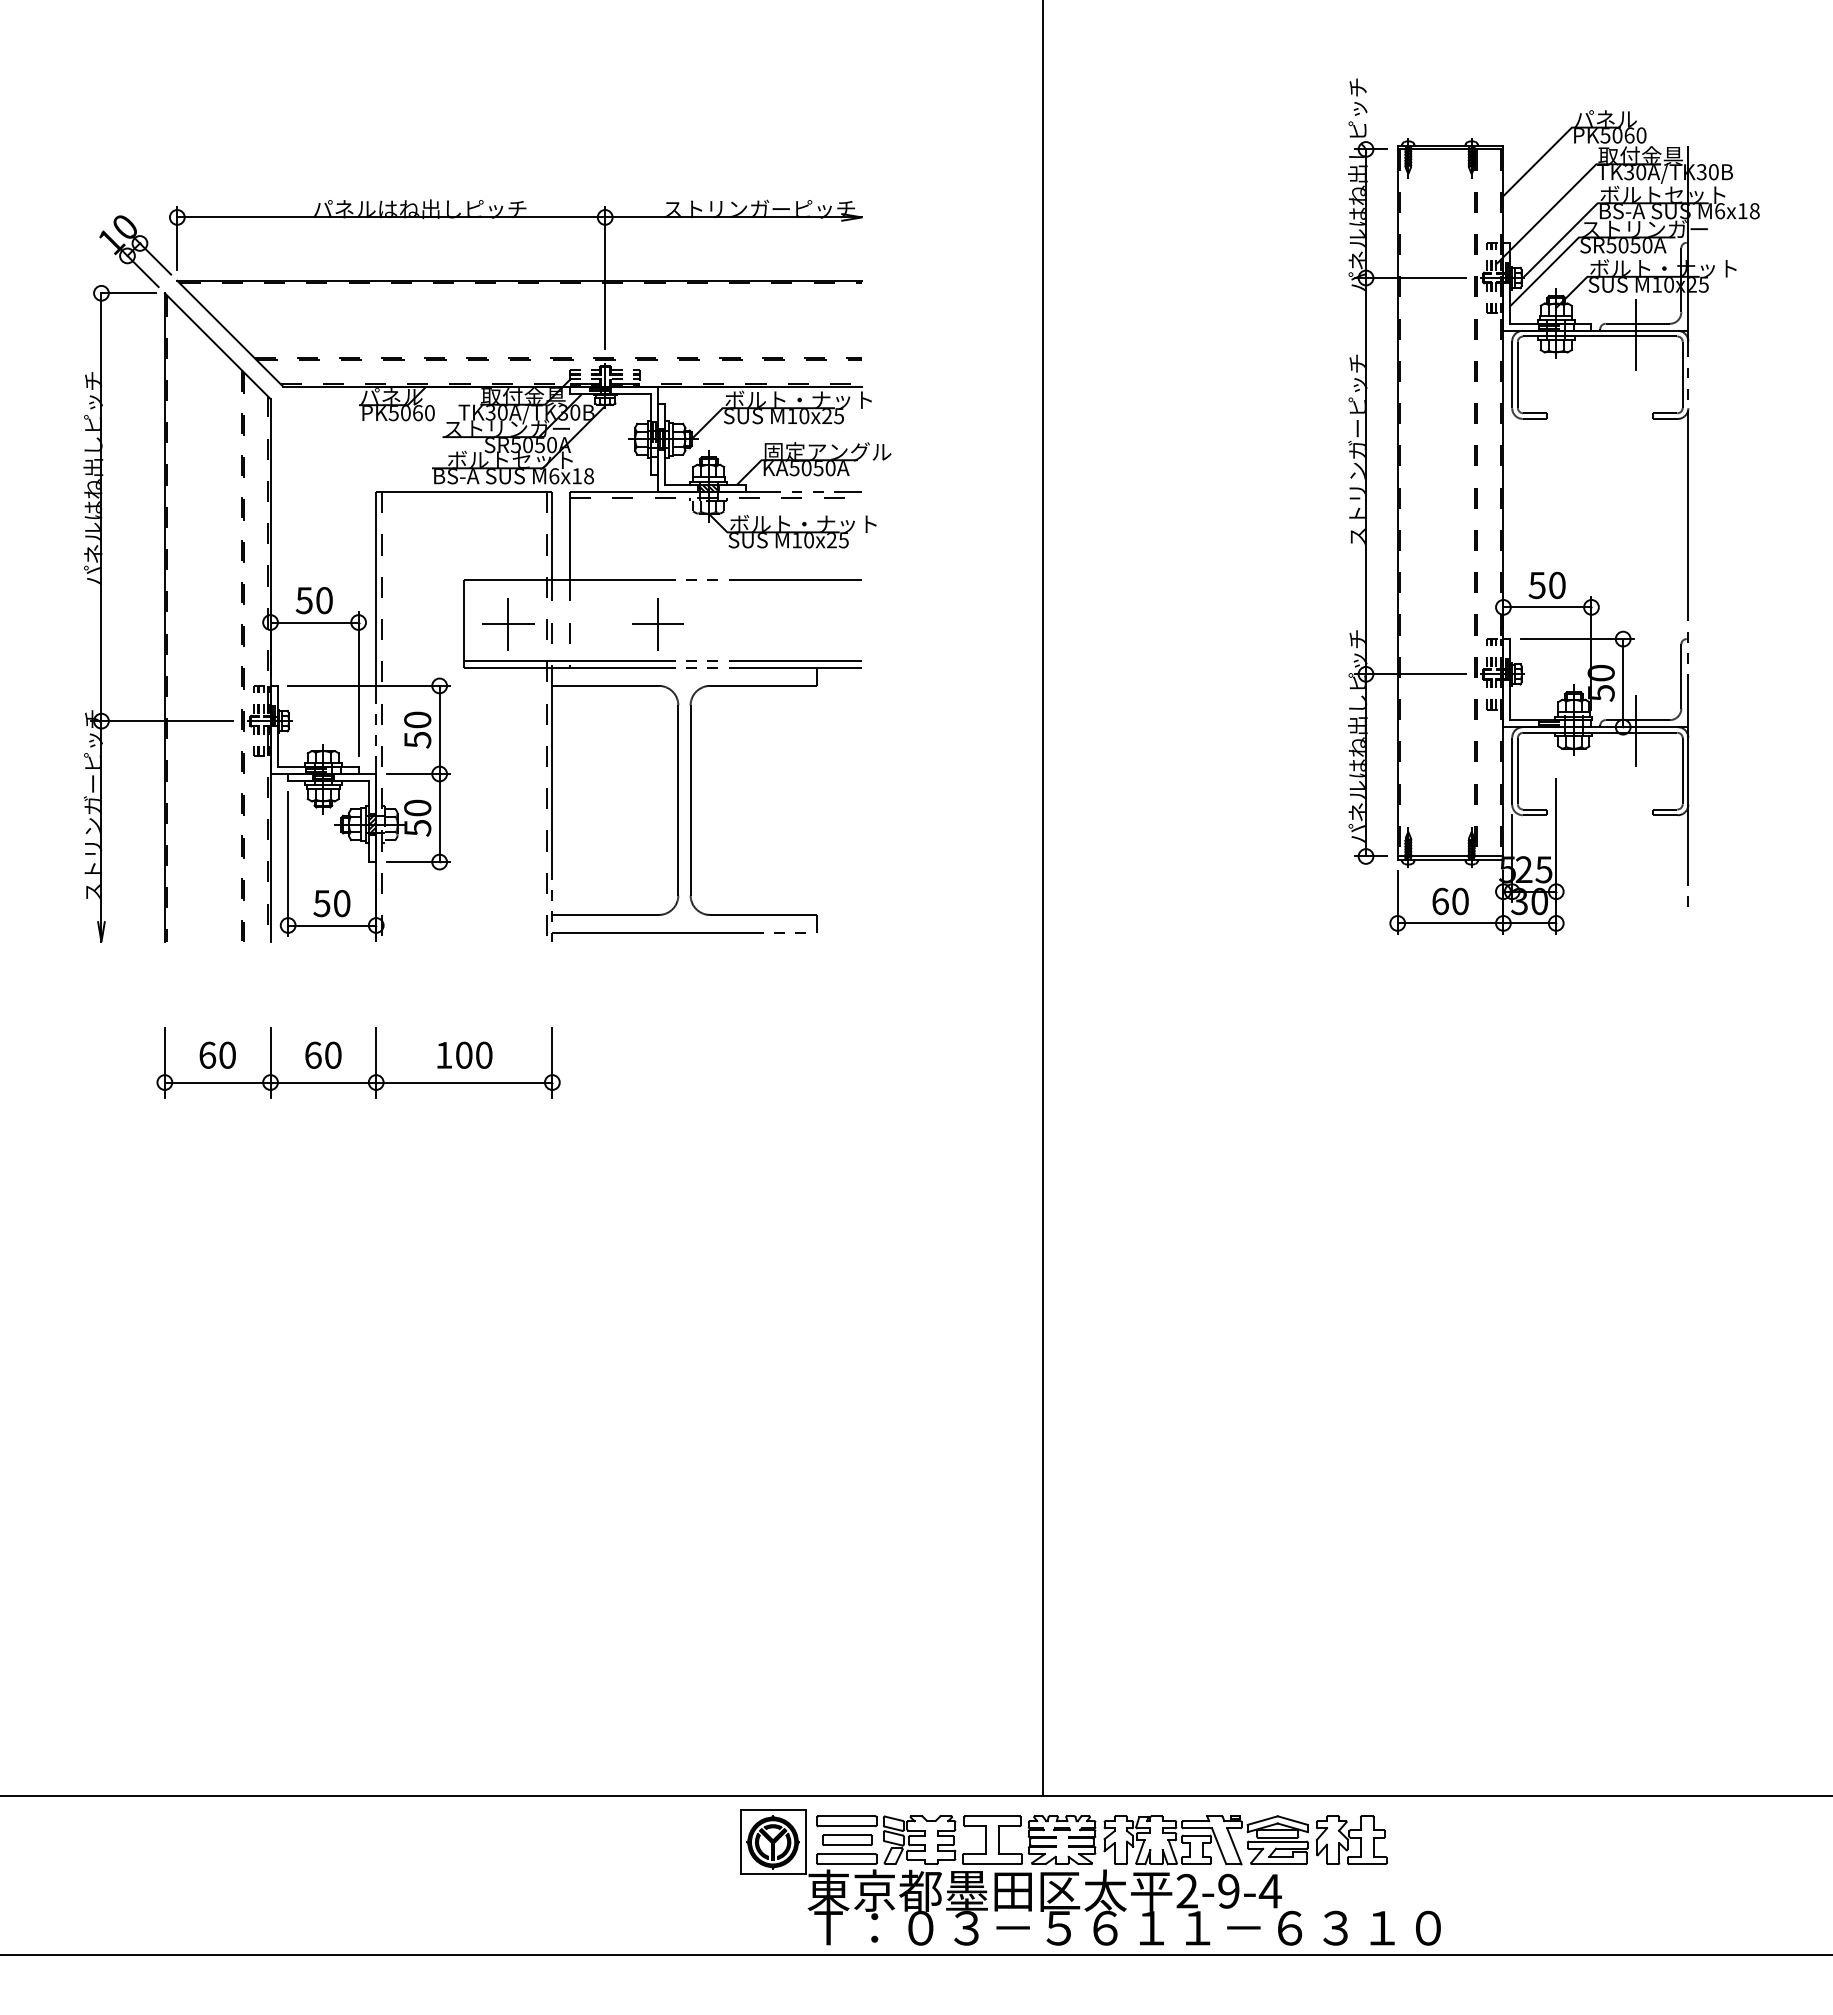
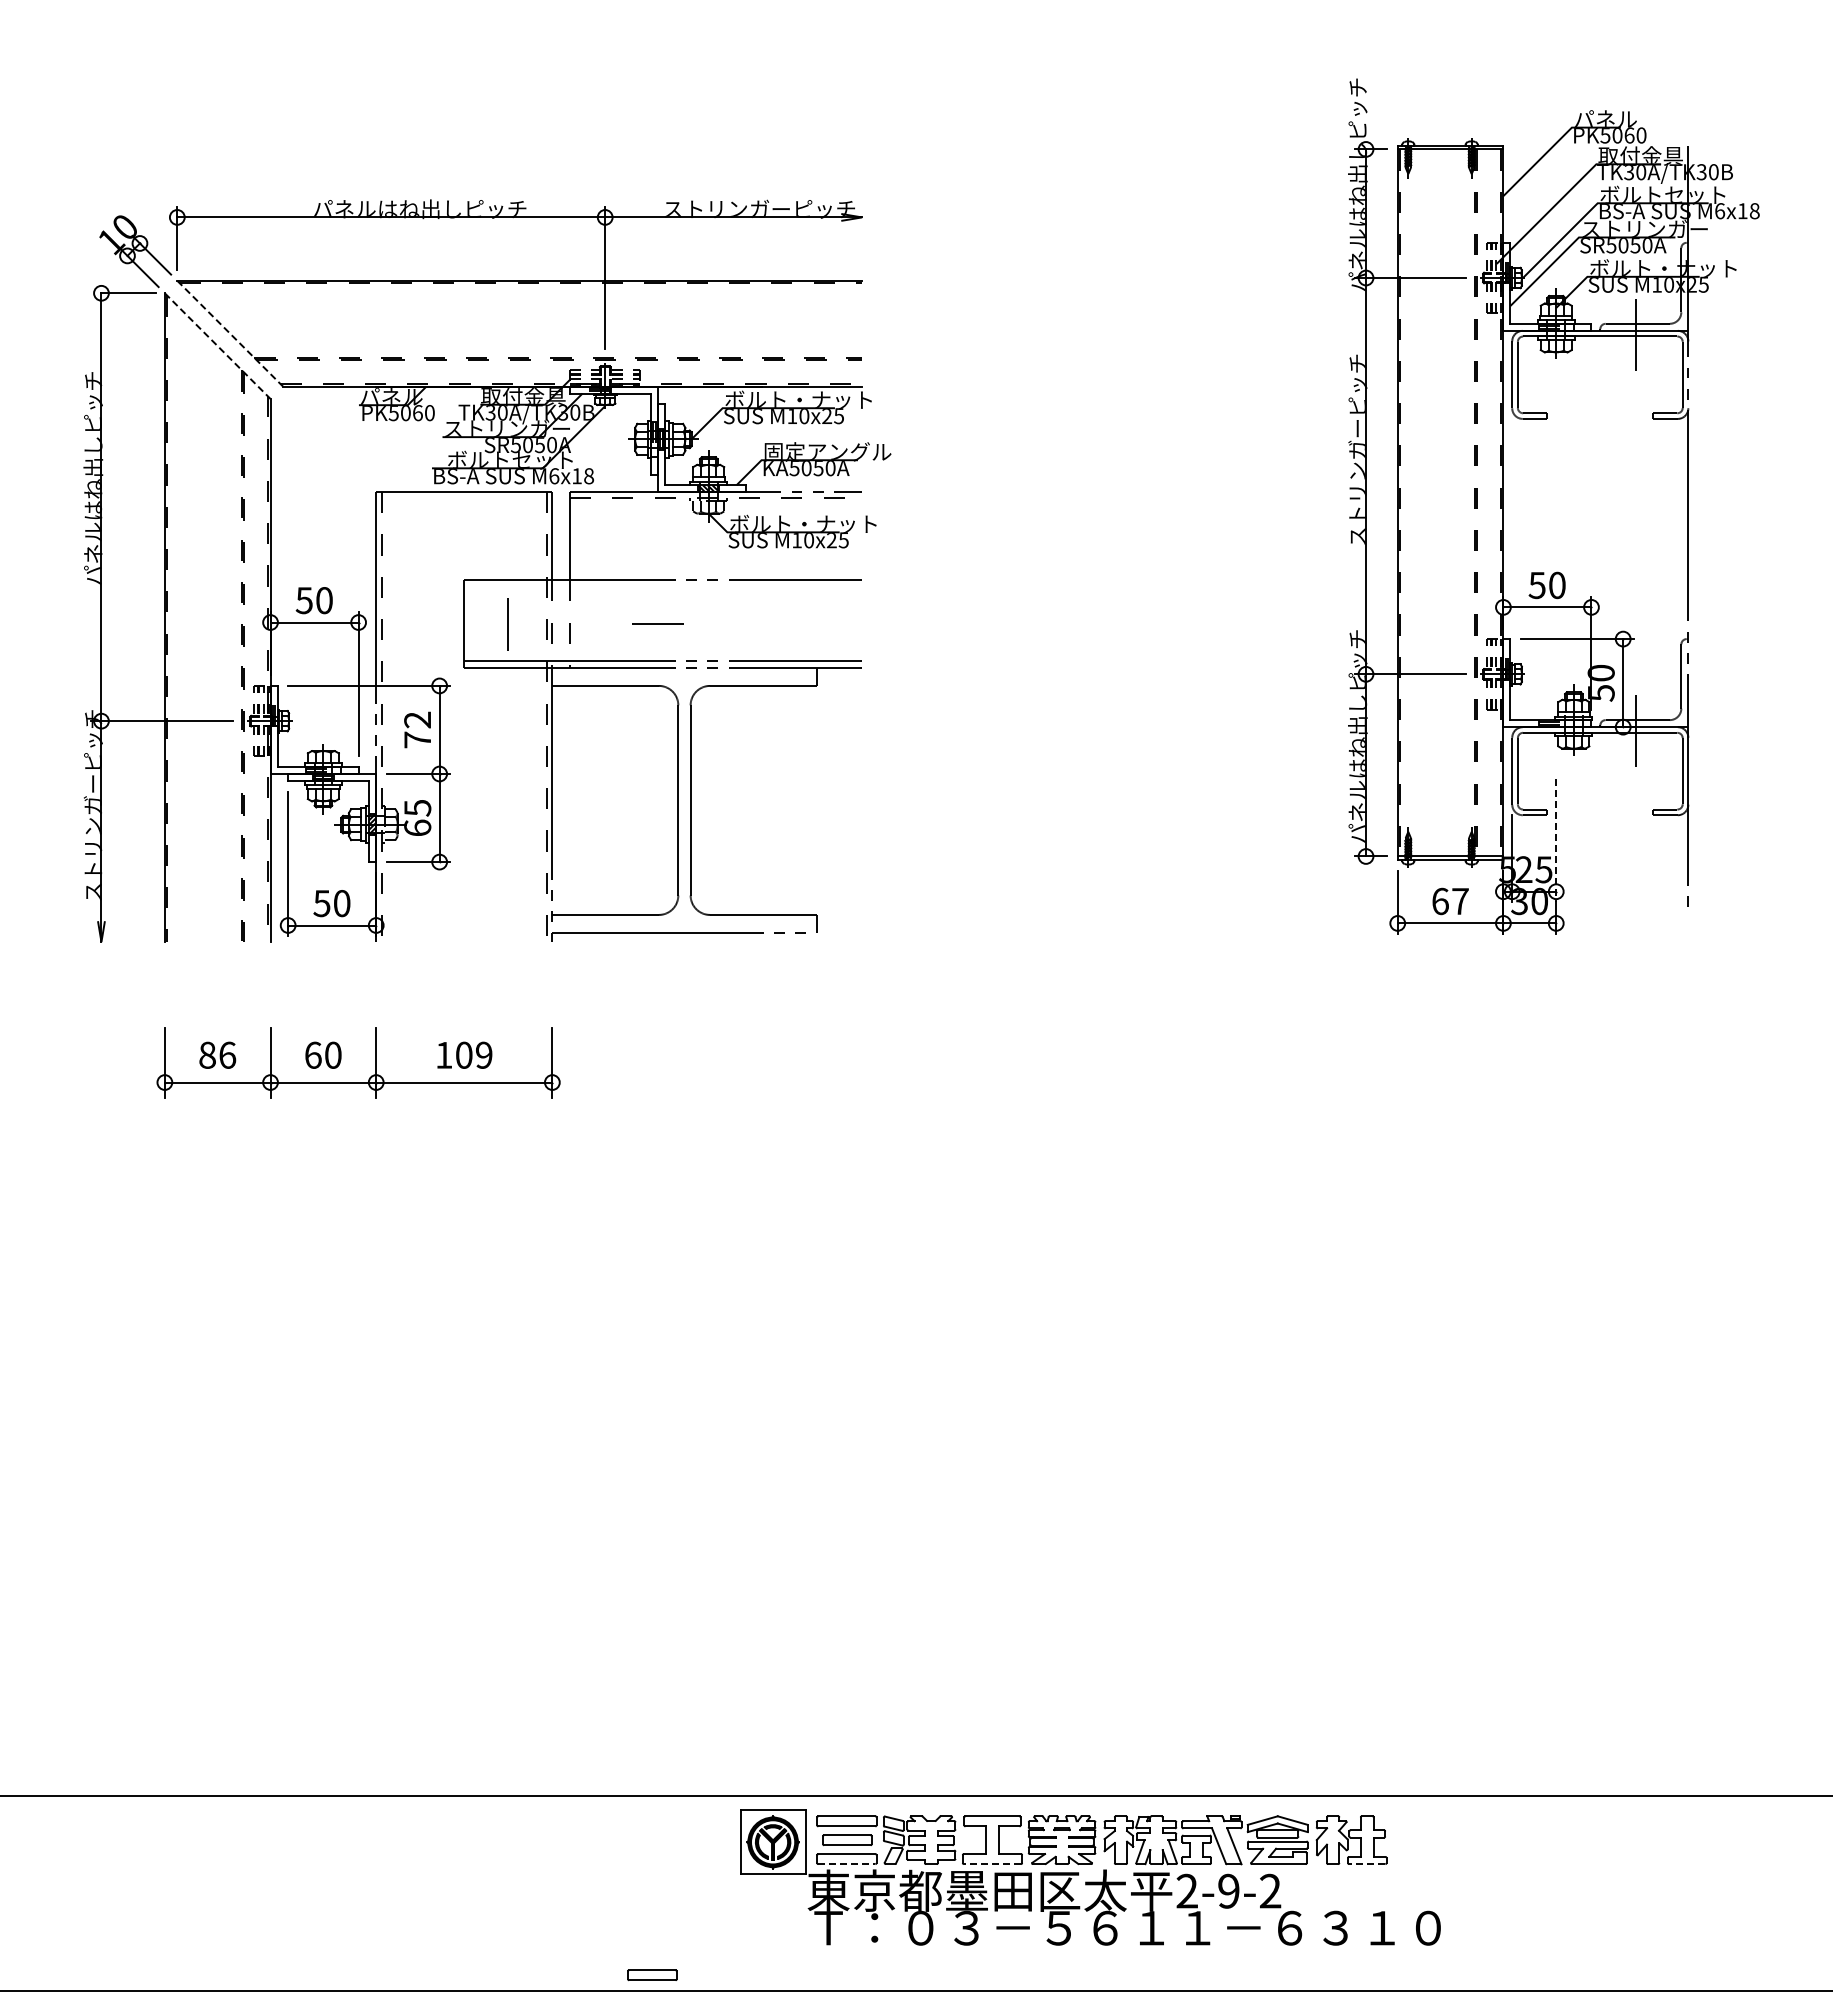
line at (230, 333): solid -> dashed
line at (217, 346): solid -> dashed
line at (658, 623): present -> none
line at (507, 624): present -> none
text at (417, 729): 50 -> 72
text at (417, 817): 50 -> 65
line at (1556, 840): solid -> dashed
line at (1043, 899): present -> none
text at (1460, 901): 60 -> 67
text at (217, 1054): 60 -> 86
text at (484, 1054): 100 -> 109
line at (846, 1864): solid -> dashed
line at (992, 1864): solid -> dashed
line at (1366, 1864): solid -> dashed
text at (1269, 1890): 2-9-4 -> 2-9-2
line at (915, 1954) position: (915, 1954) -> (915, 1990)
part at (652, 1974): none -> present
